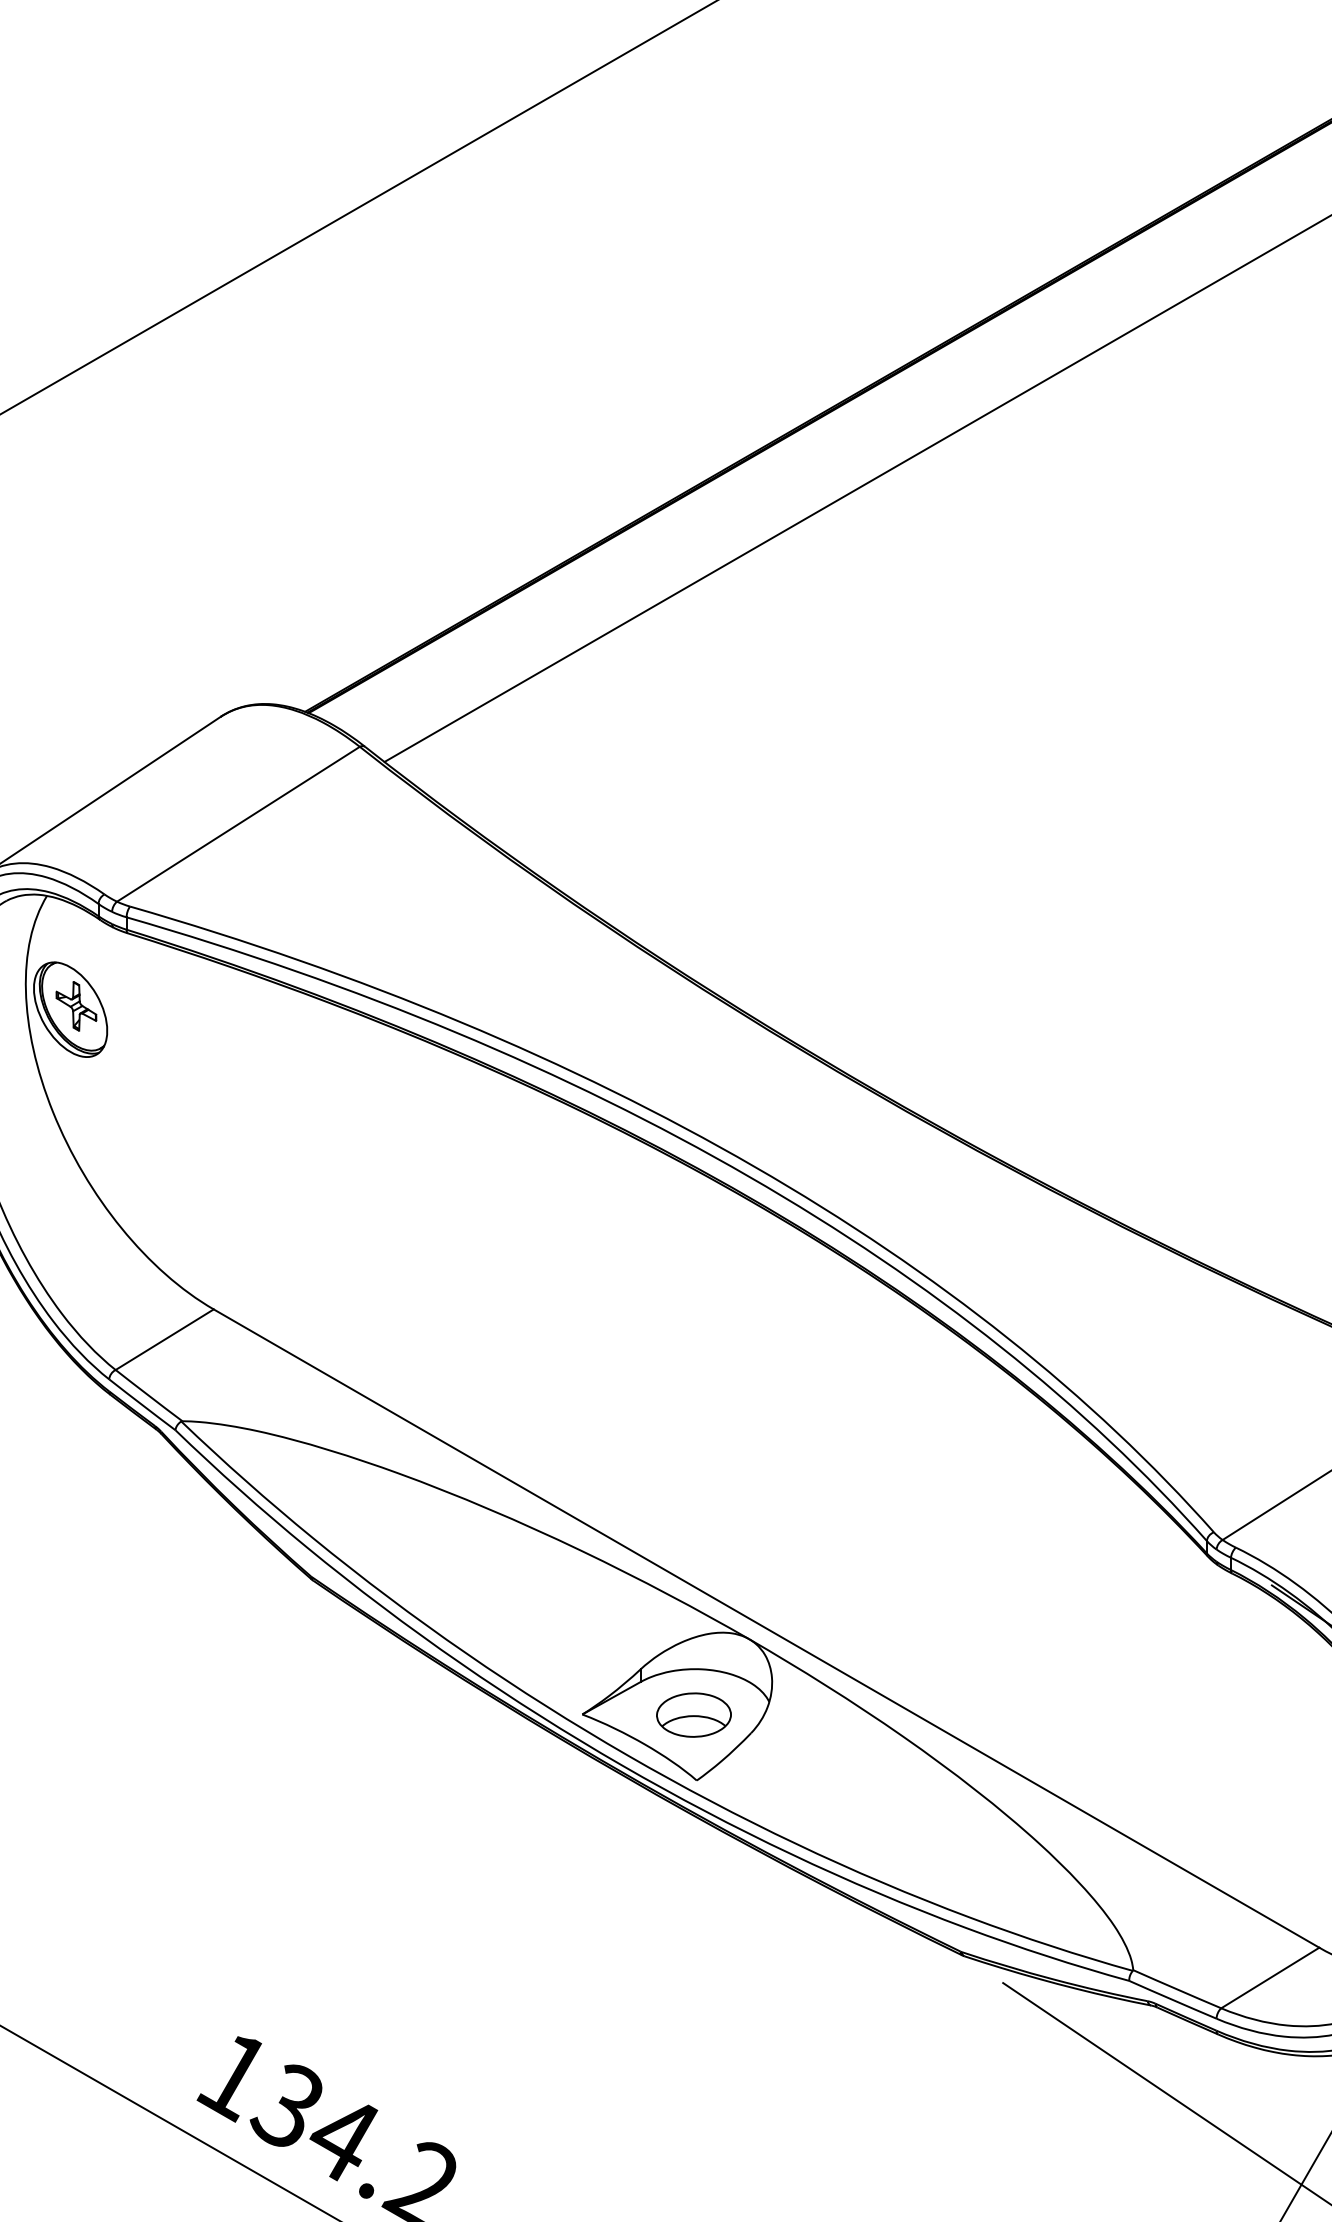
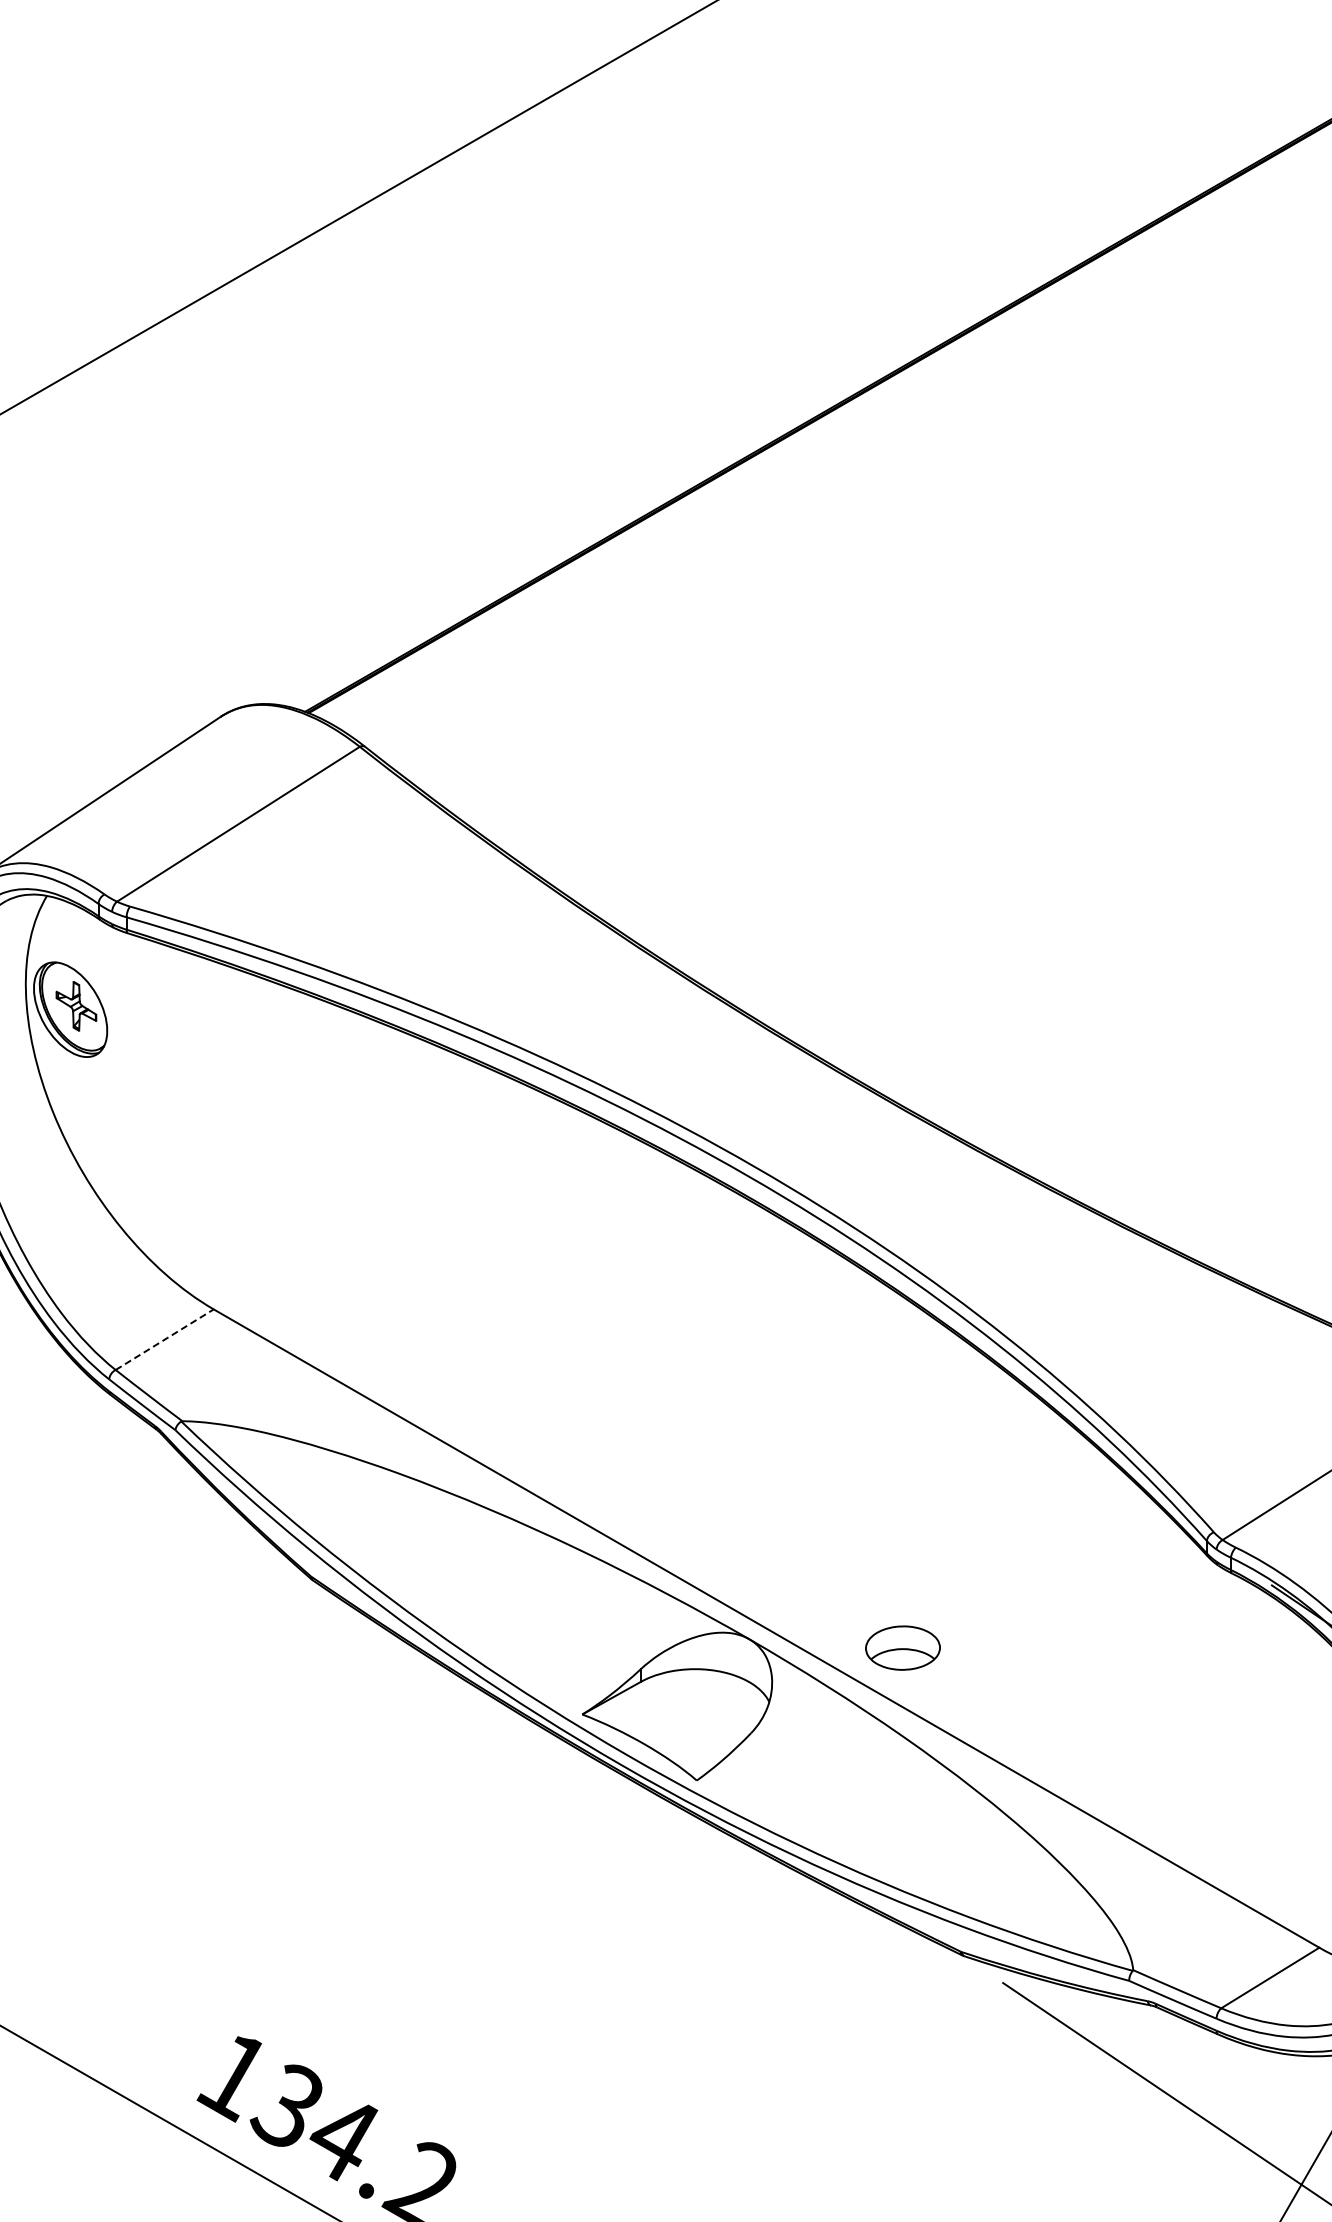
line at (856, 488): present -> none
line at (164, 1339): solid -> dashed
part at (693, 1714) position: (693, 1714) -> (902, 1647)
